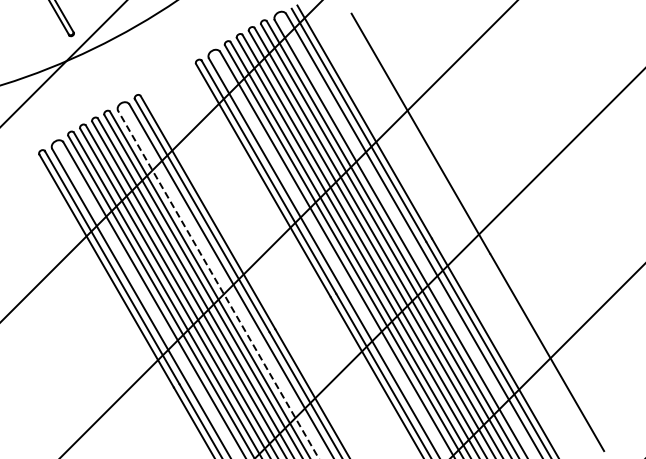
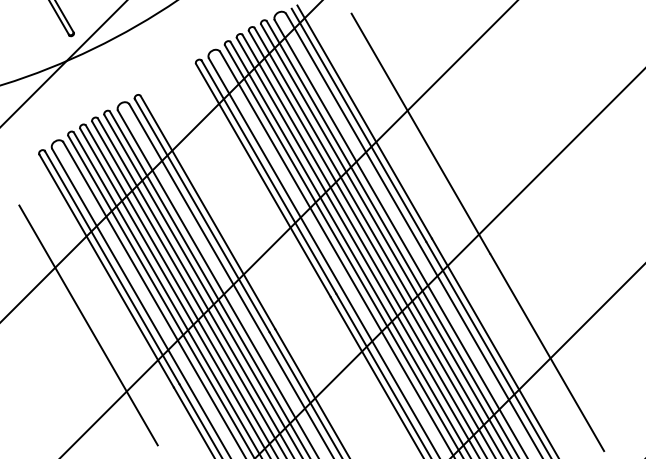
line at (218, 284): dashed -> solid
line at (88, 325): none -> present
